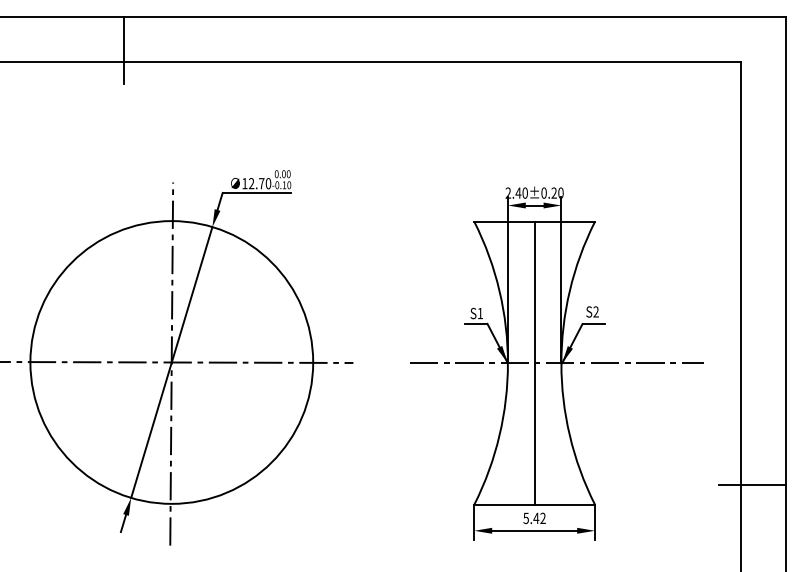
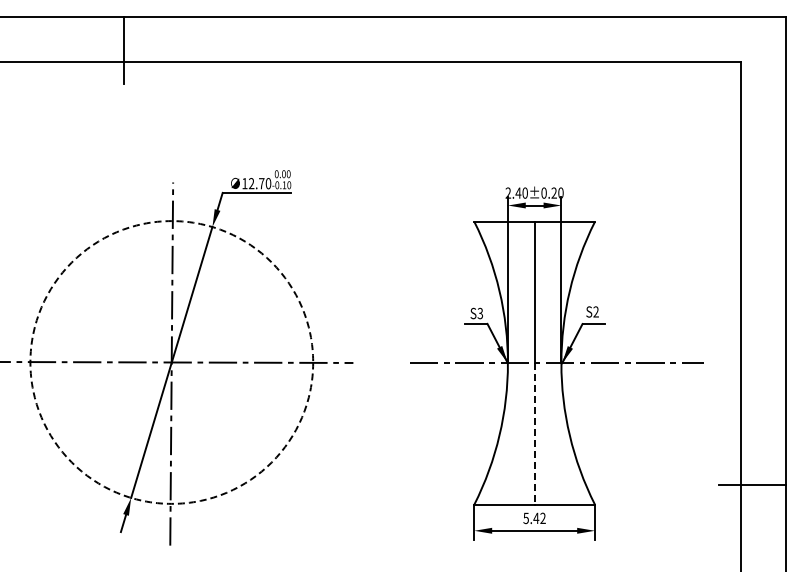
text at (479, 313): S1 -> S3
circle at (171, 362): solid -> dashed
line at (534, 433): solid -> dashed
